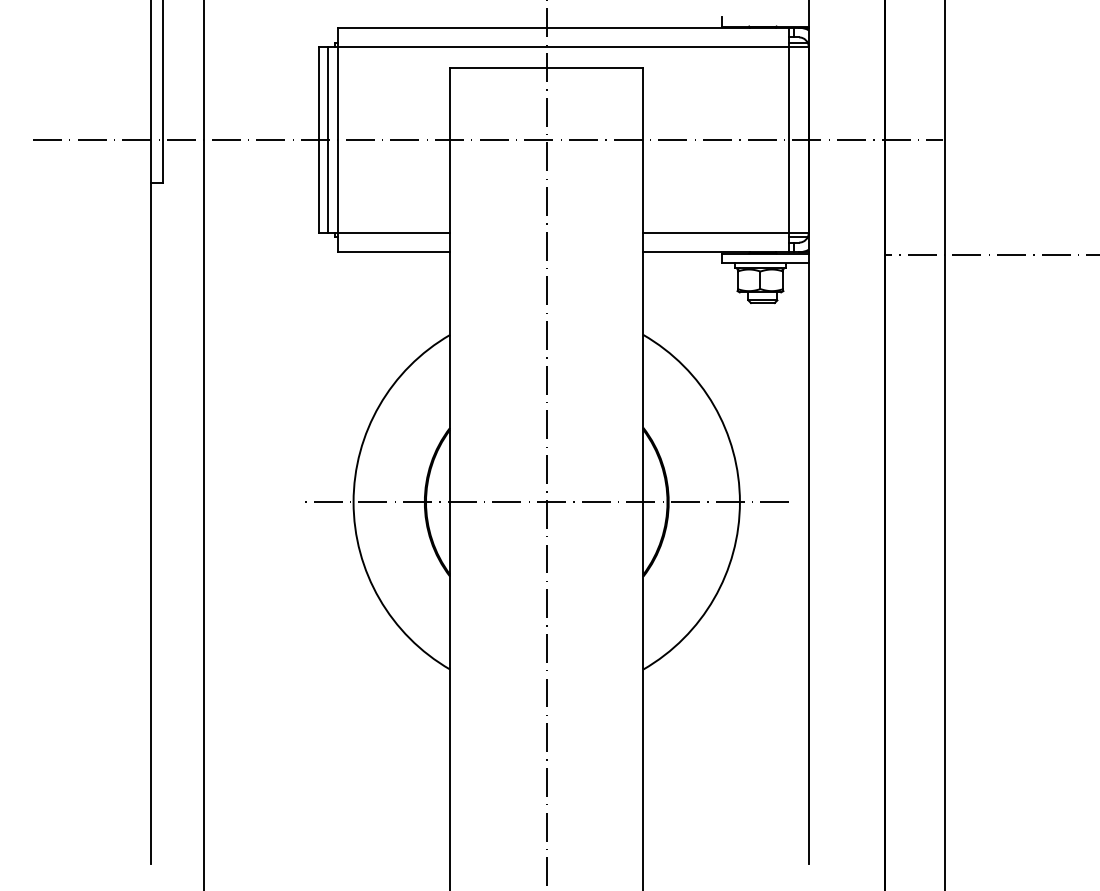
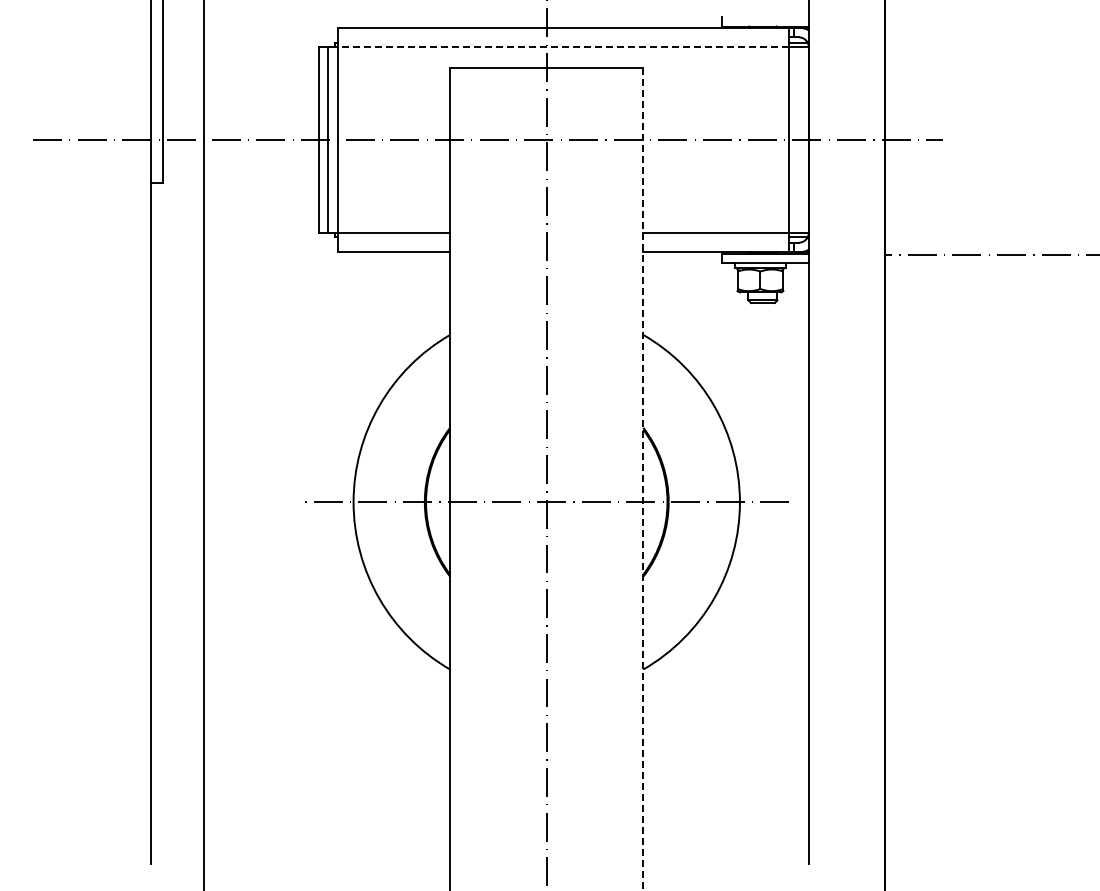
line at (563, 47): solid -> dashed
line at (945, 444): present -> none
line at (643, 479): solid -> dashed
